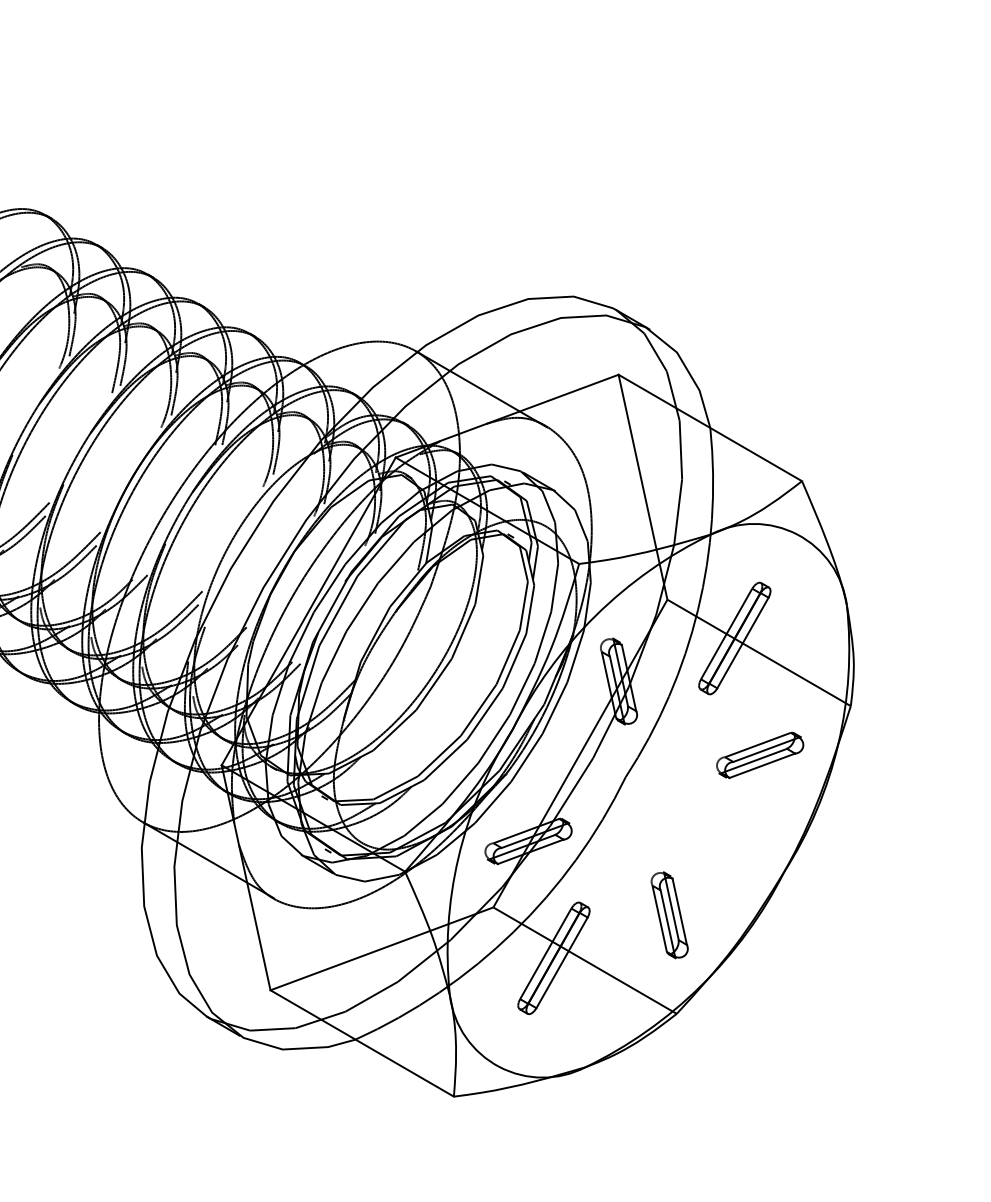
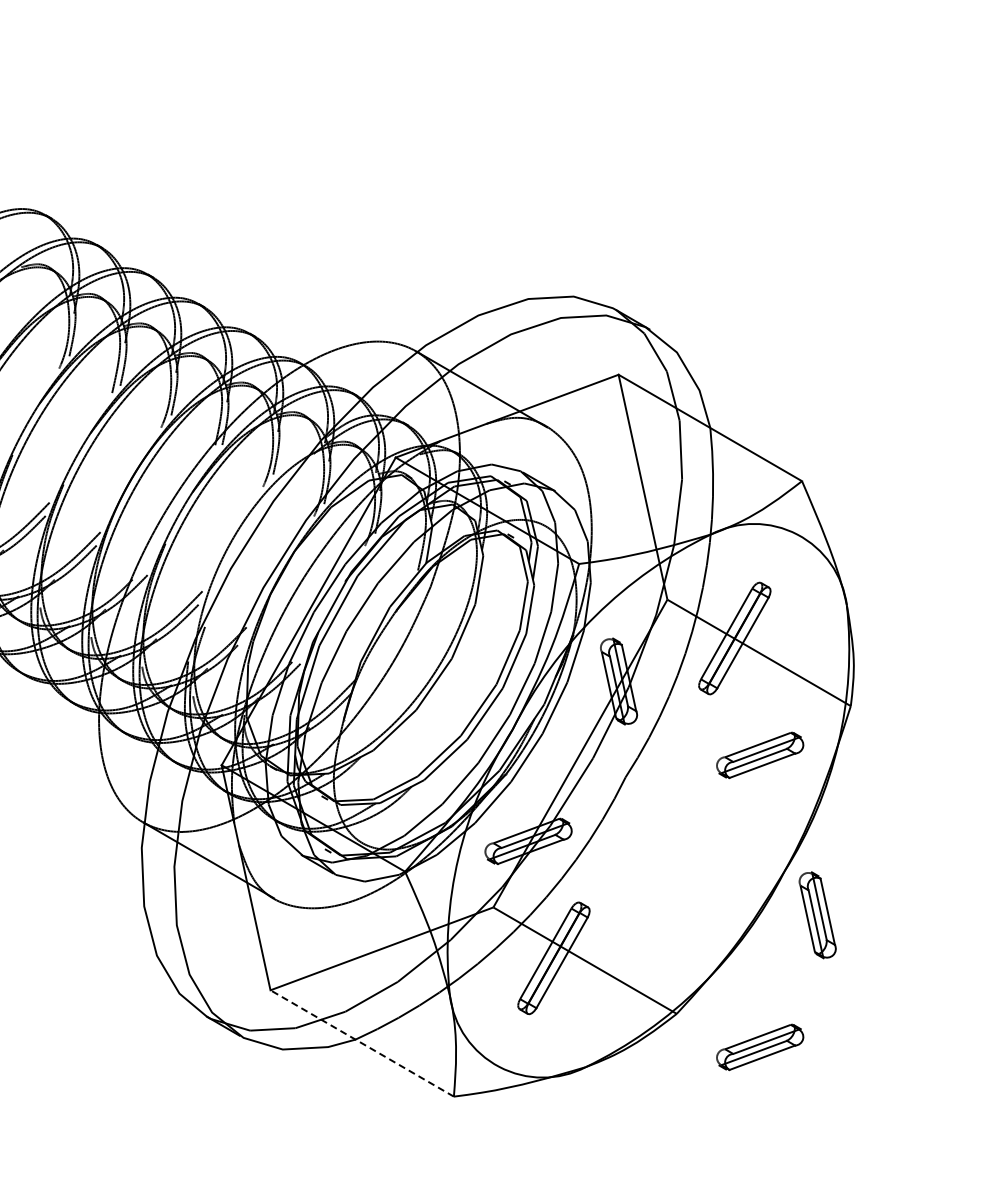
part at (669, 915) position: (669, 915) -> (817, 915)
line at (362, 1043): solid -> dashed
part at (760, 1047): none -> present
